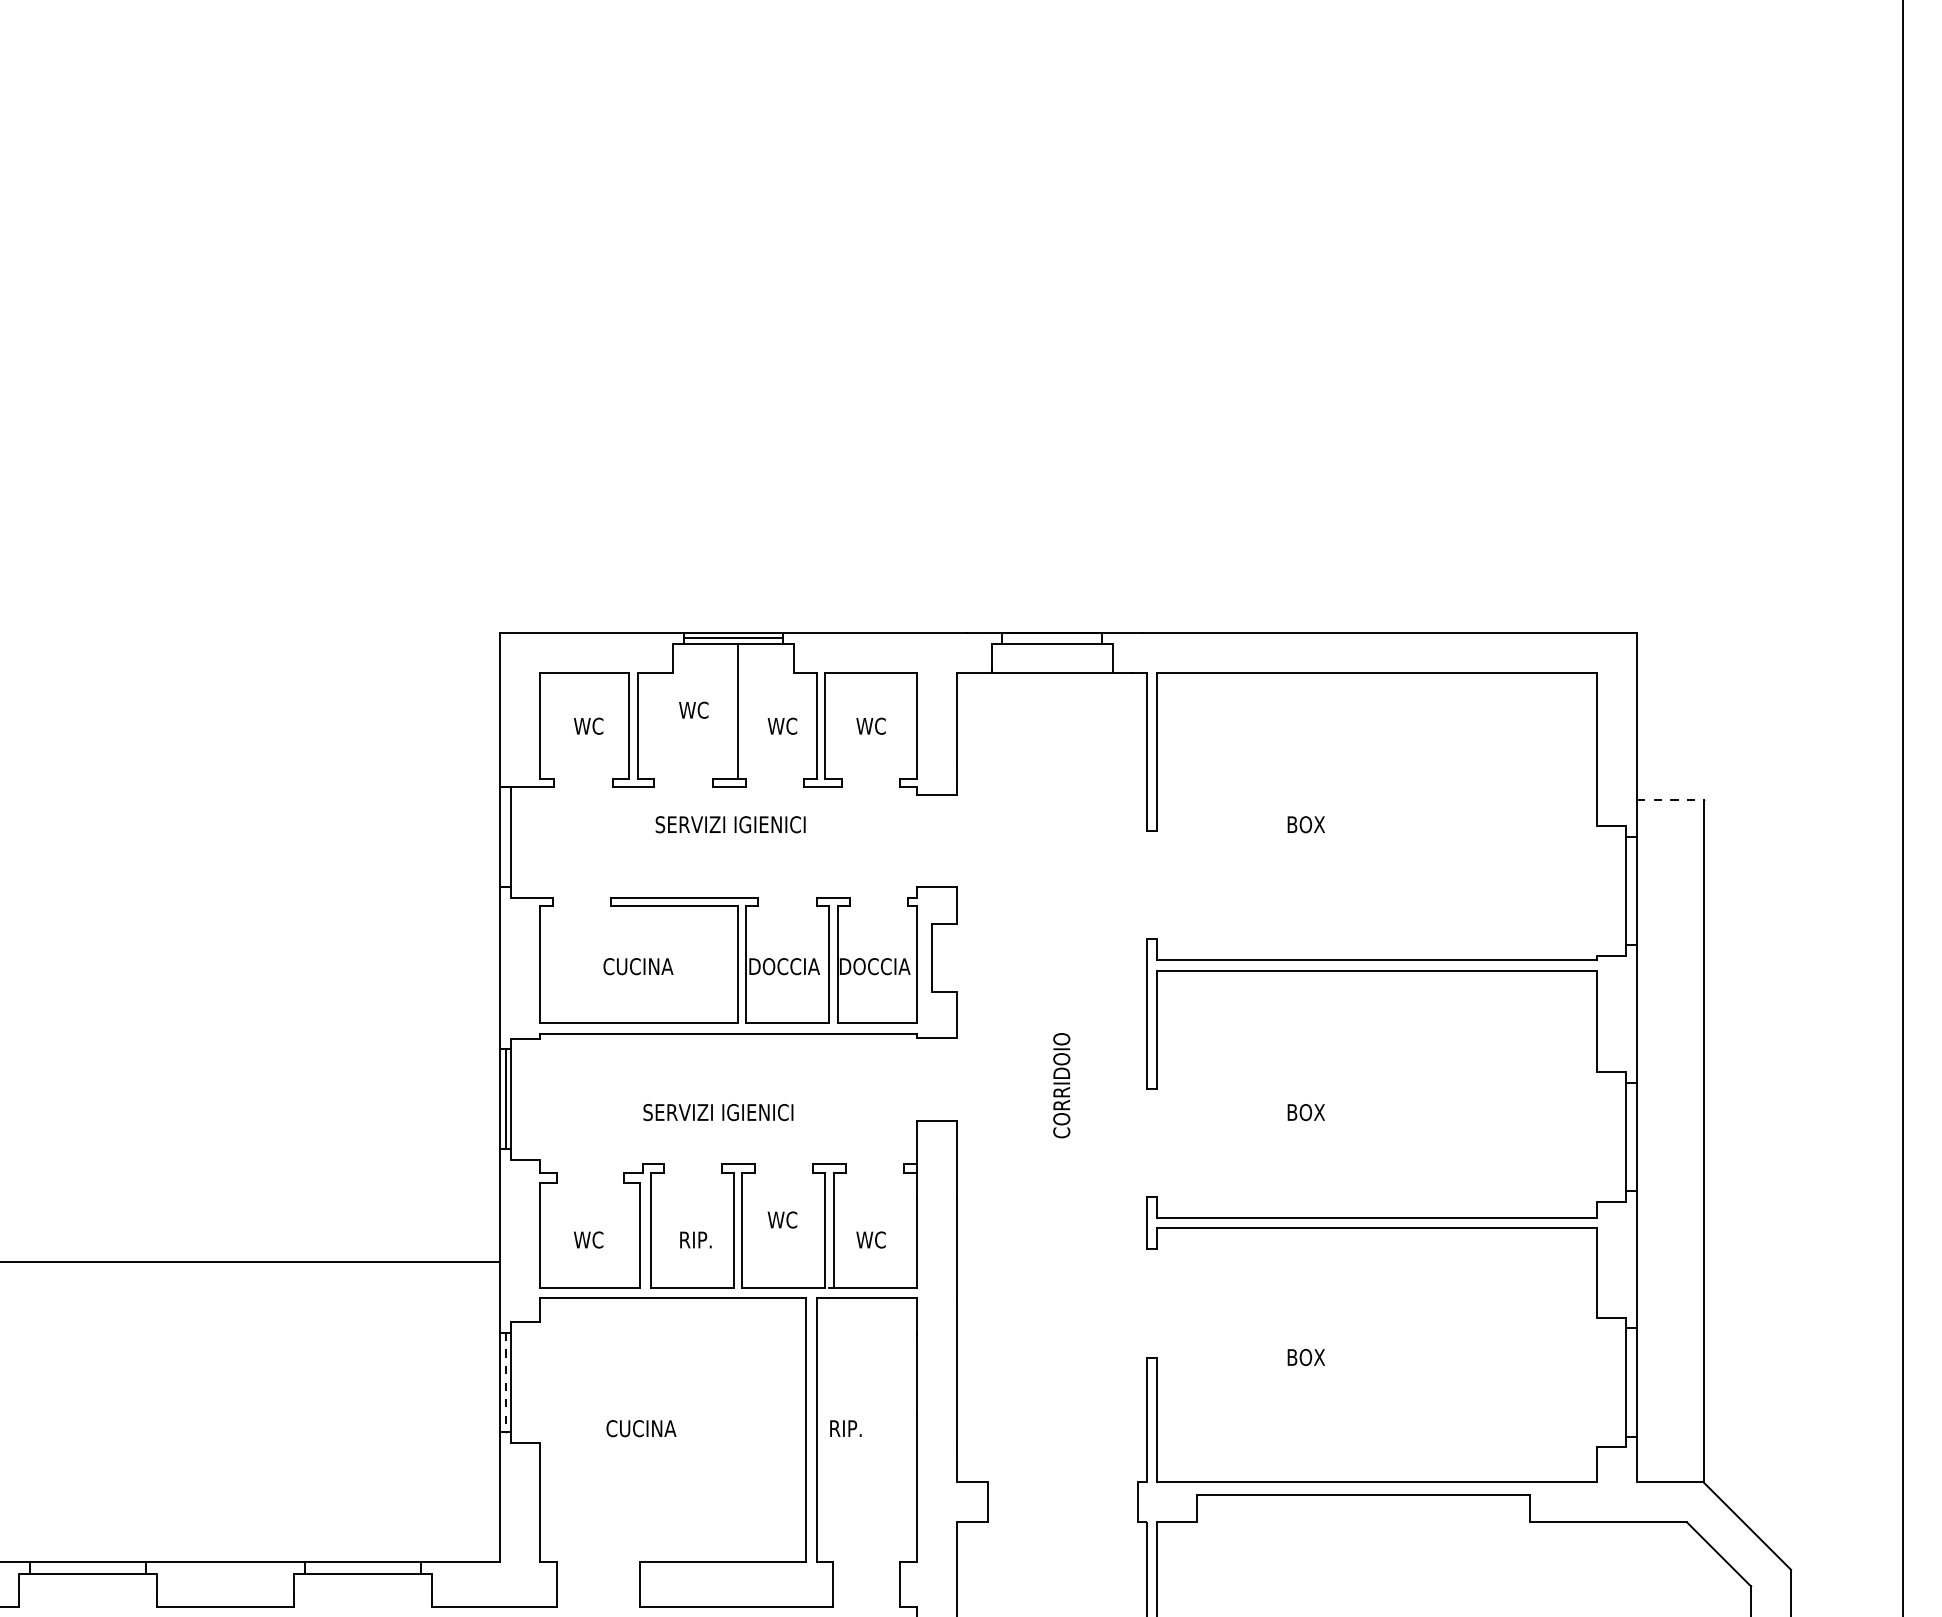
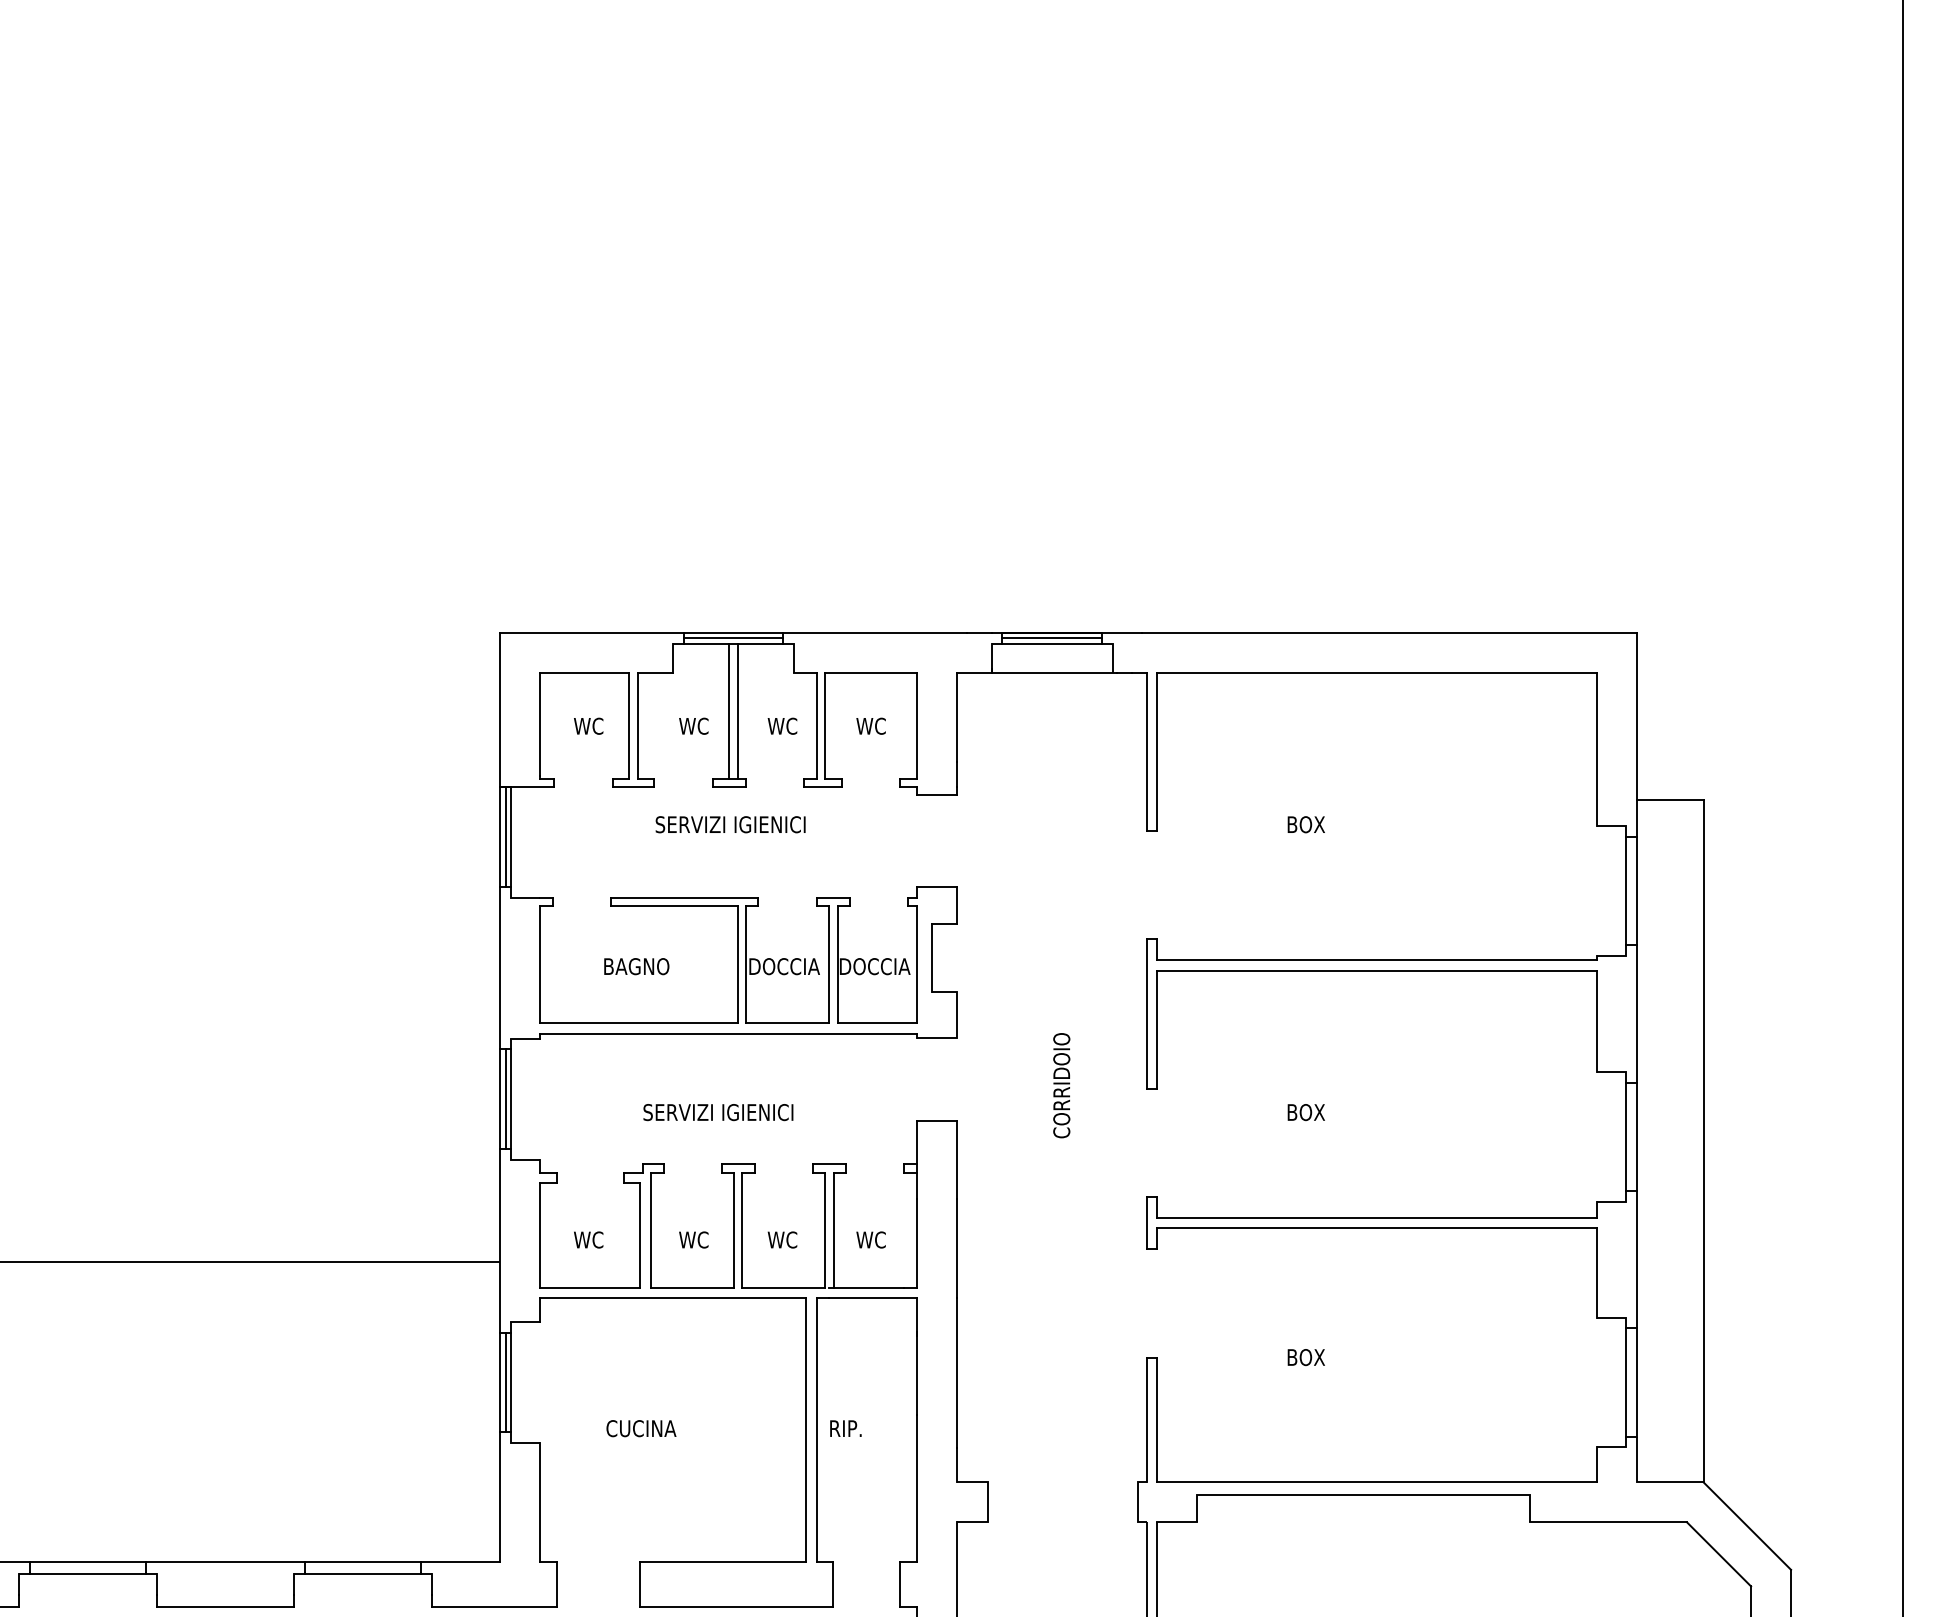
line at (1052, 638): none -> present
text at (693, 709) position: (693, 709) -> (693, 725)
line at (729, 710): none -> present
line at (1670, 799): dashed -> solid
line at (505, 837): none -> present
text at (638, 966): CUCINA -> BAGNO
text at (782, 1219) position: (782, 1219) -> (782, 1239)
text at (695, 1239): RIP. -> WC
line at (505, 1382): dashed -> solid
